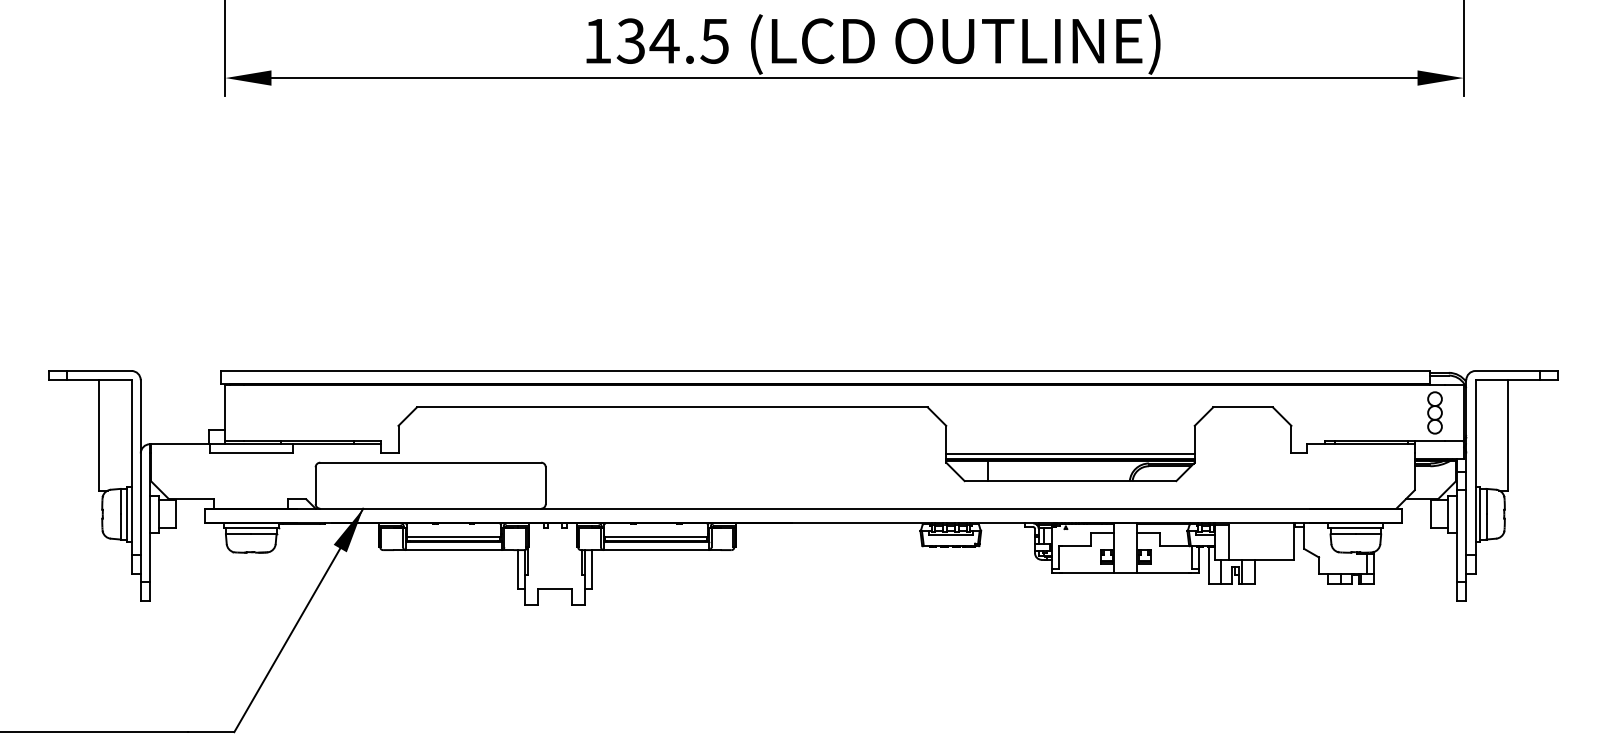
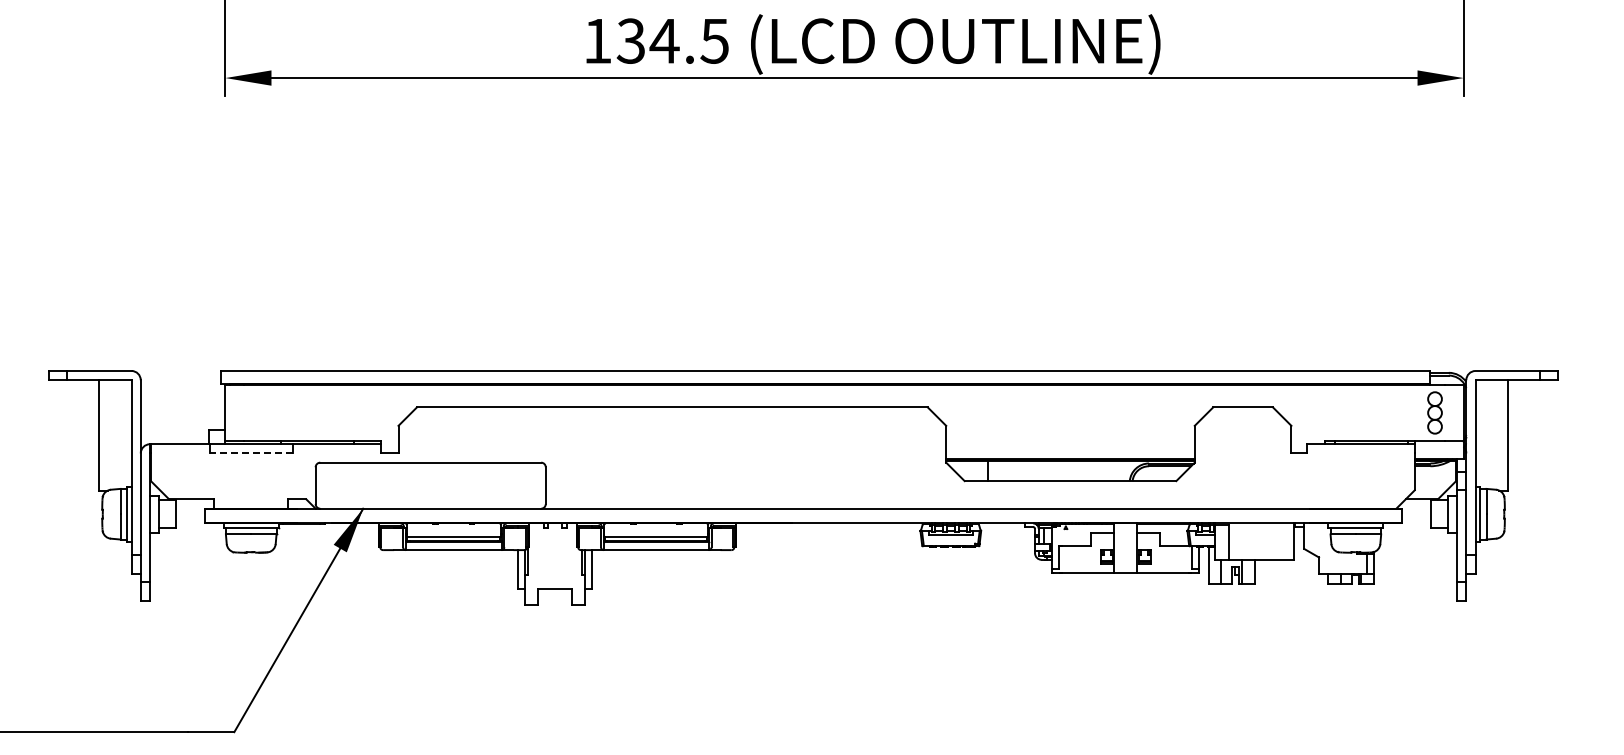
line at (250, 453): solid -> dashed
line at (1070, 454): present -> none
